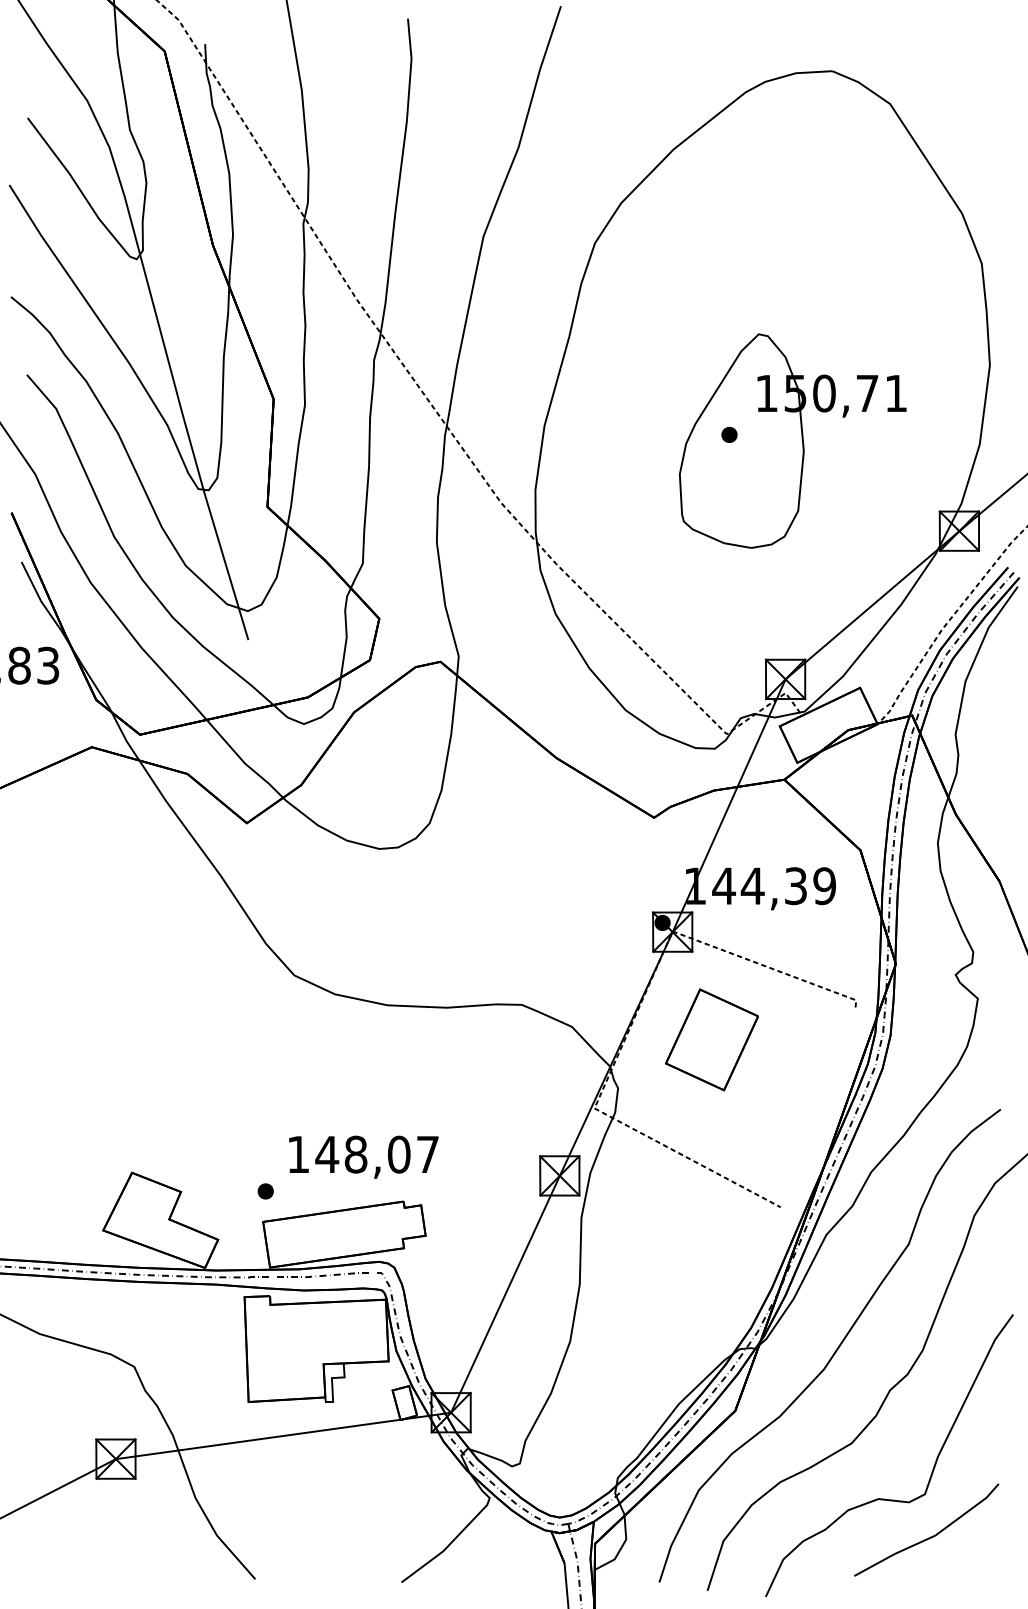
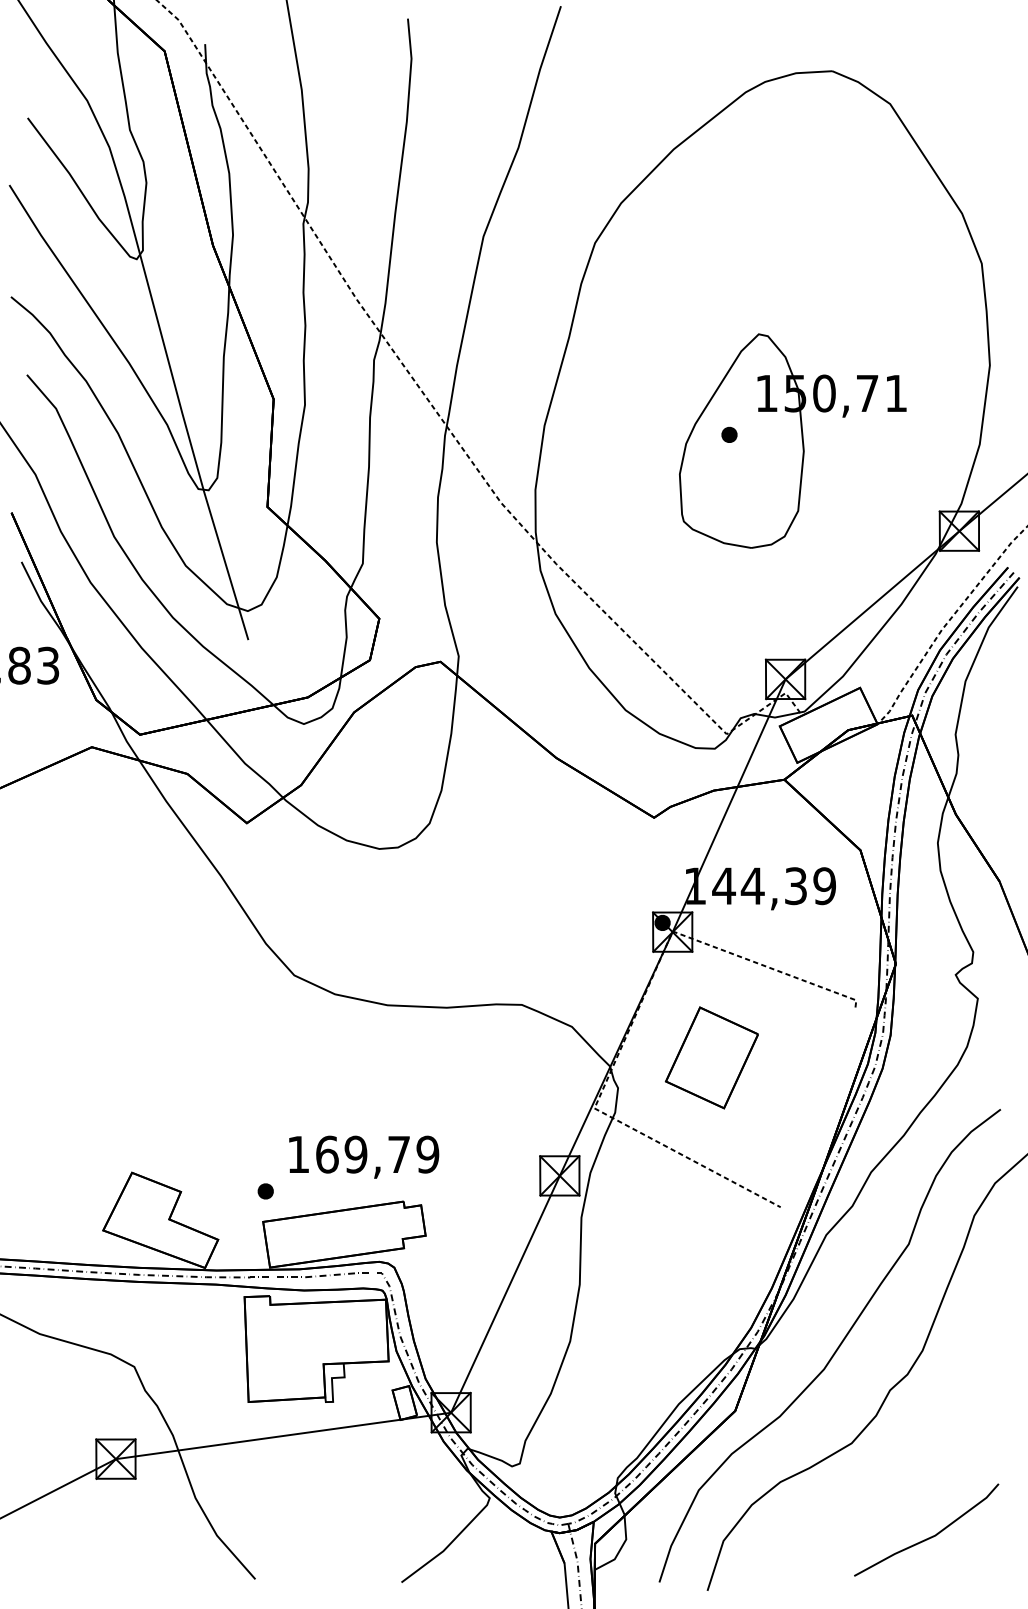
part at (711, 1039) position: (711, 1039) -> (711, 1057)
text at (377, 1154): 148,07 -> 169,79
curve at (885, 1498): present -> none
